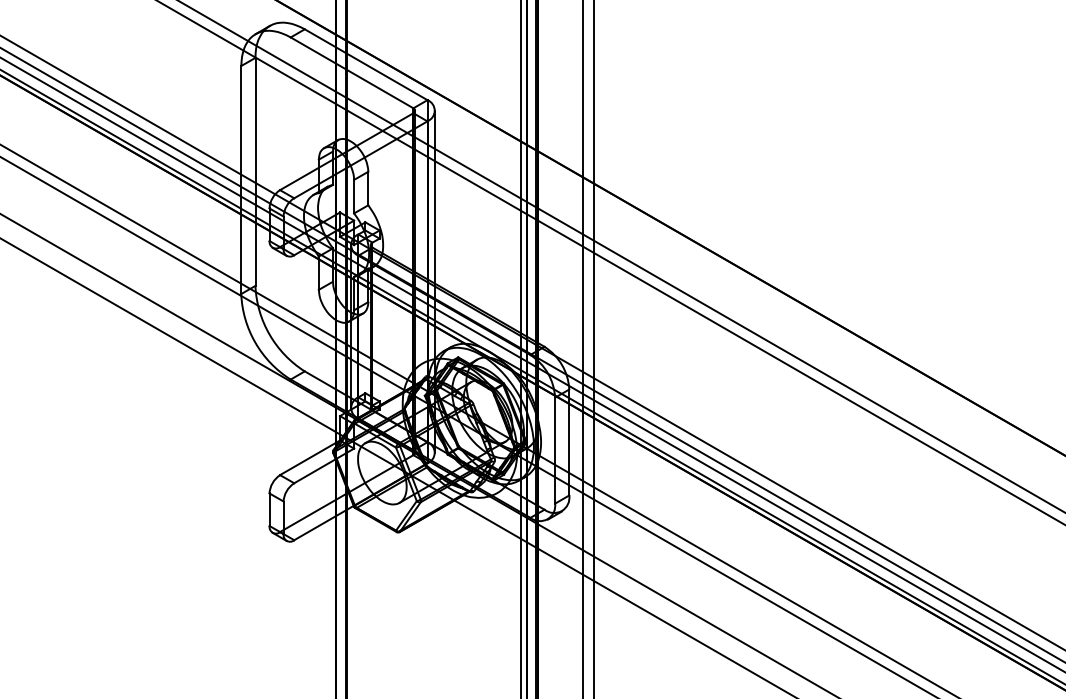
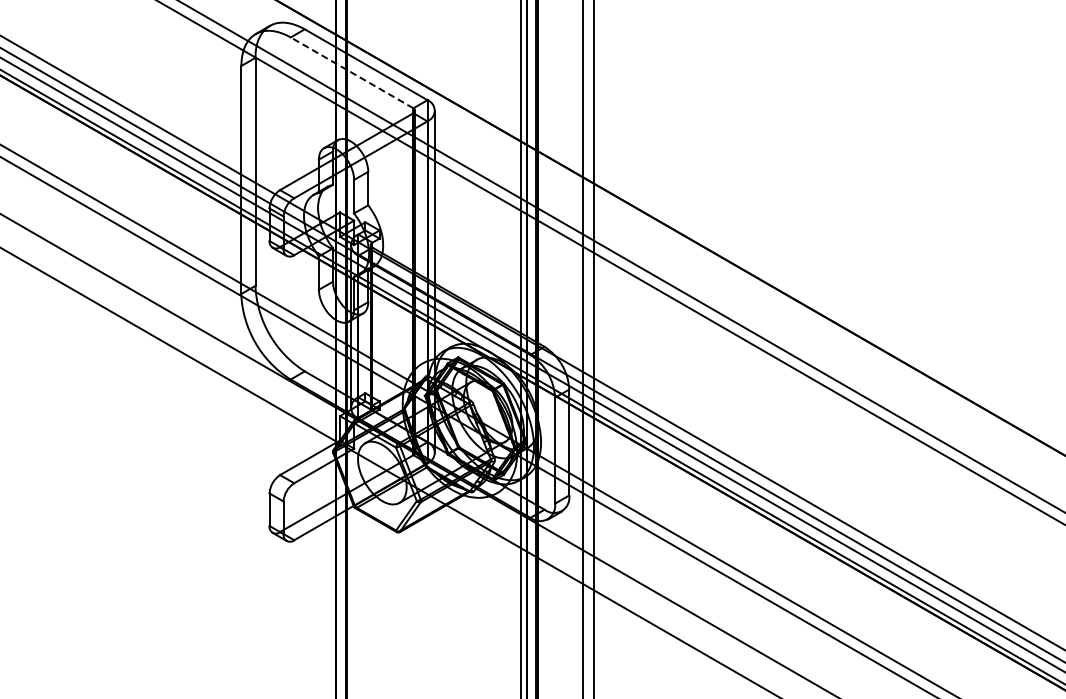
line at (352, 72): solid -> dashed
line at (397, 467) position: (397, 467) -> (389, 471)
